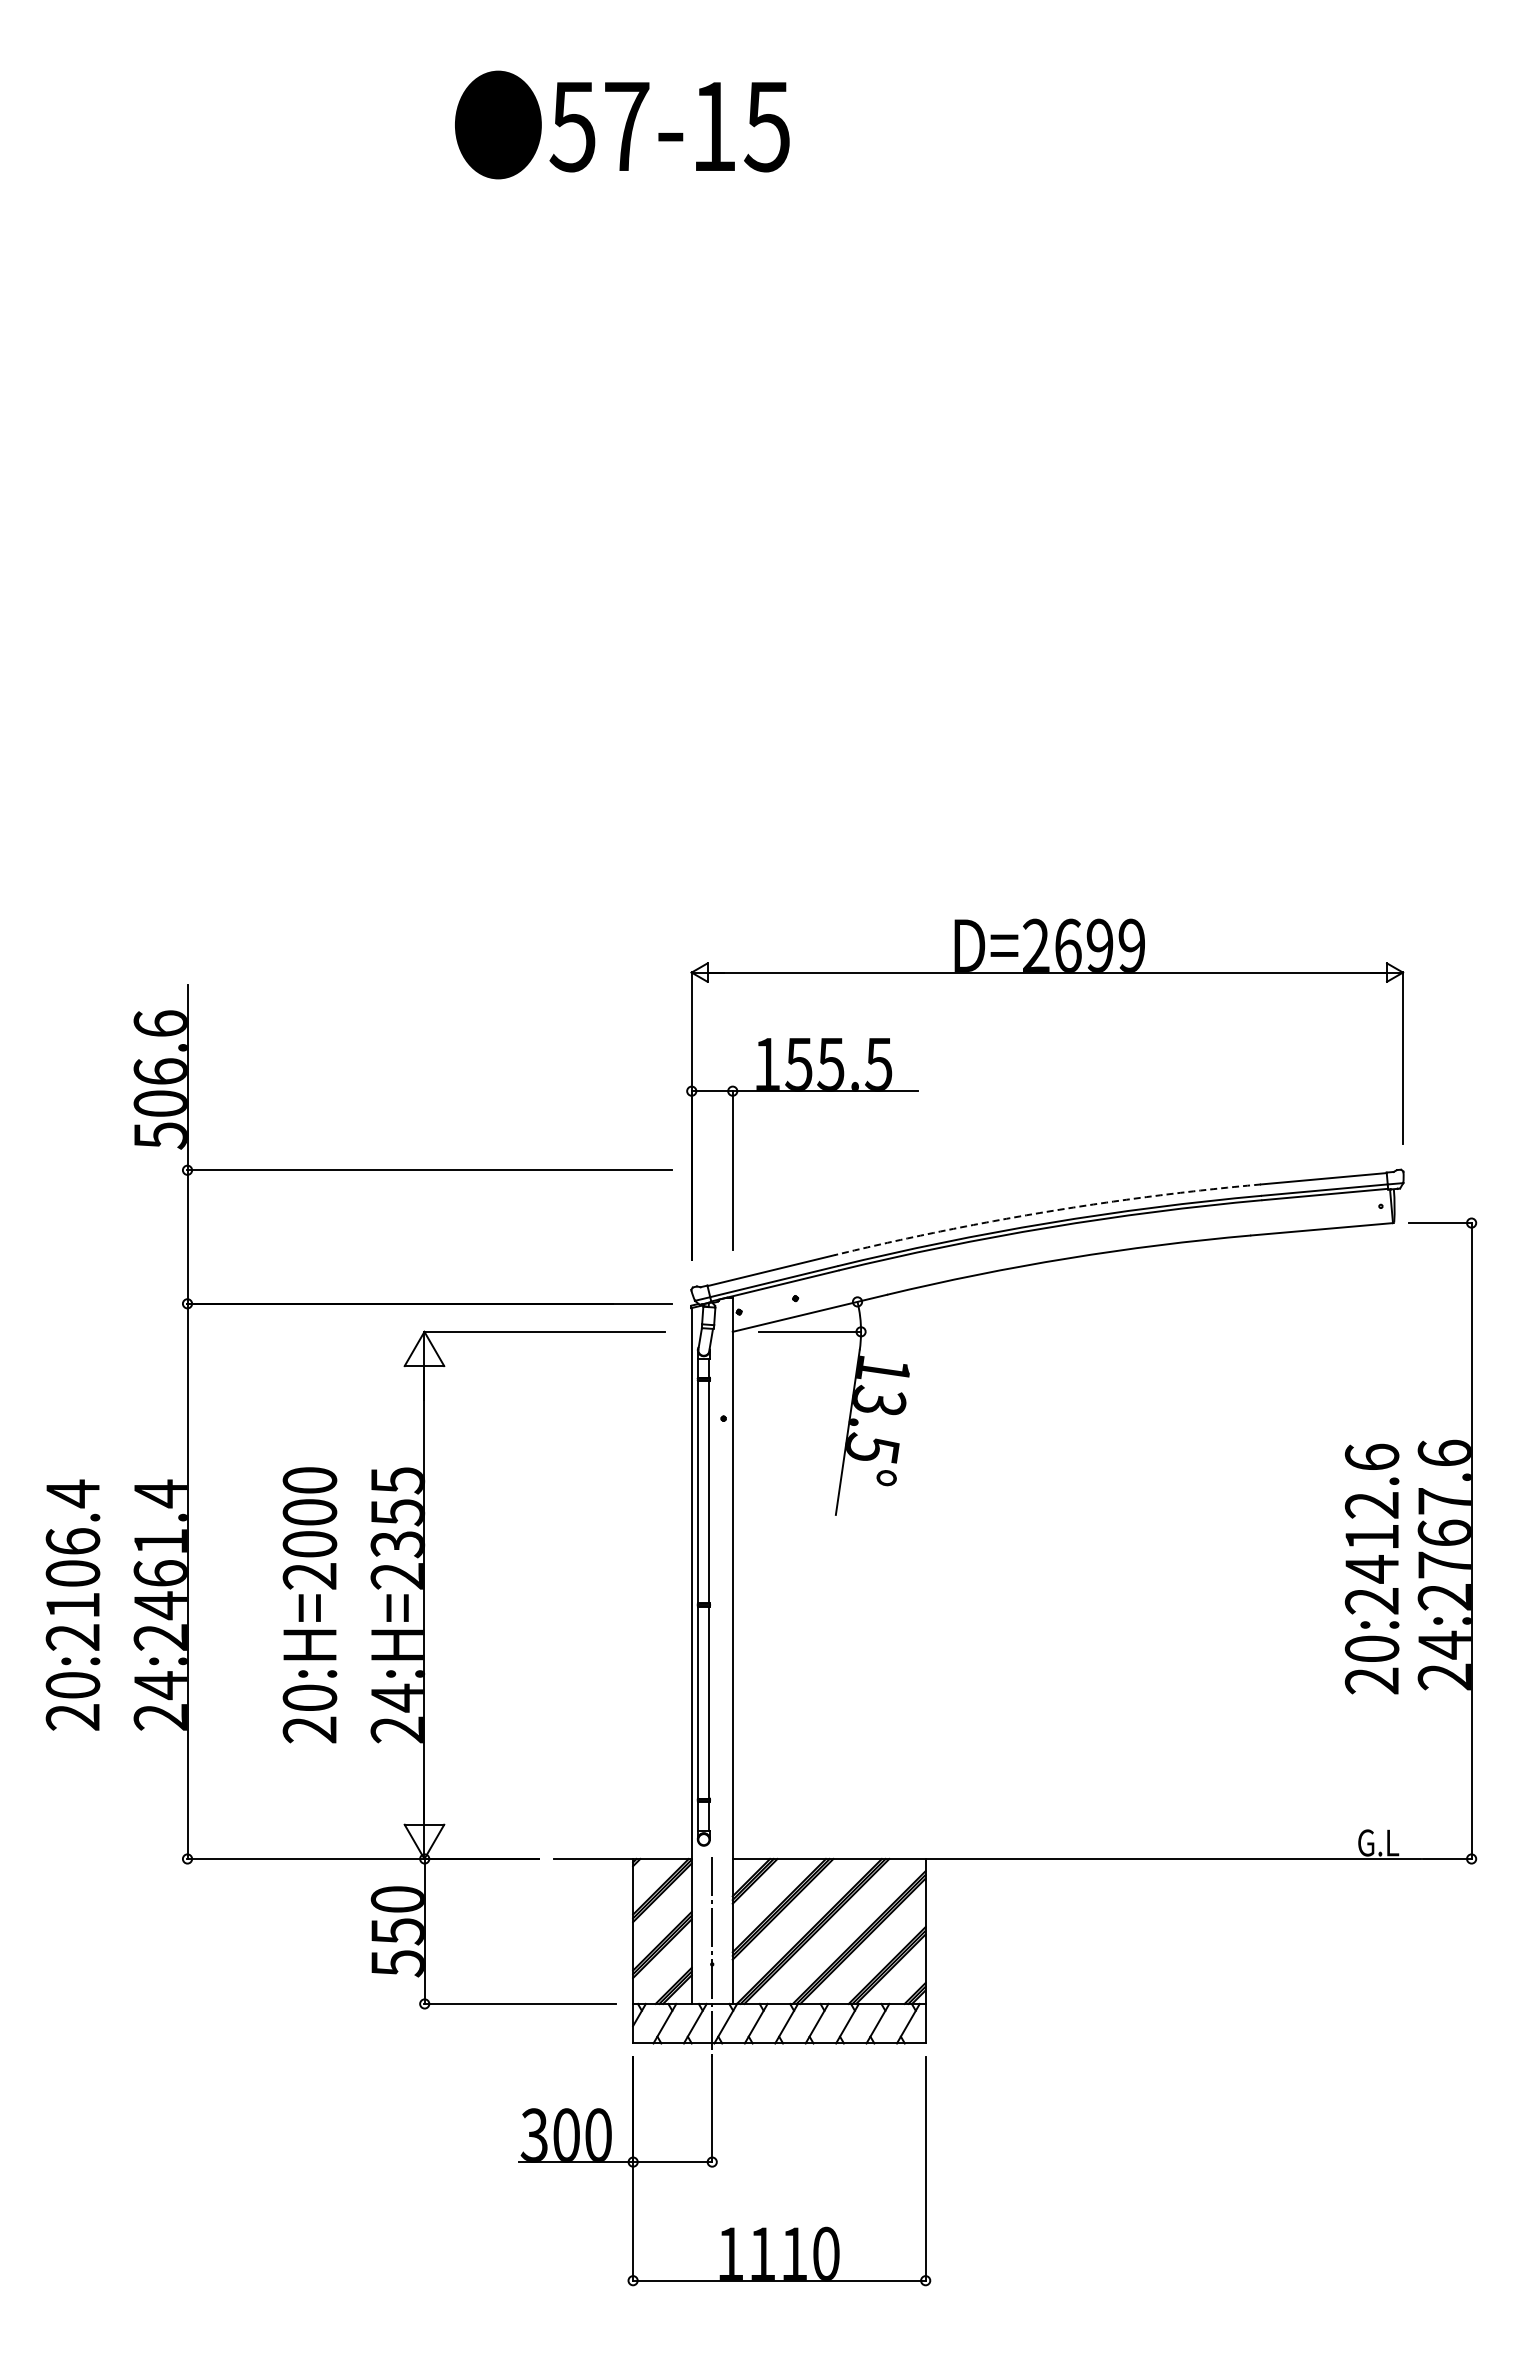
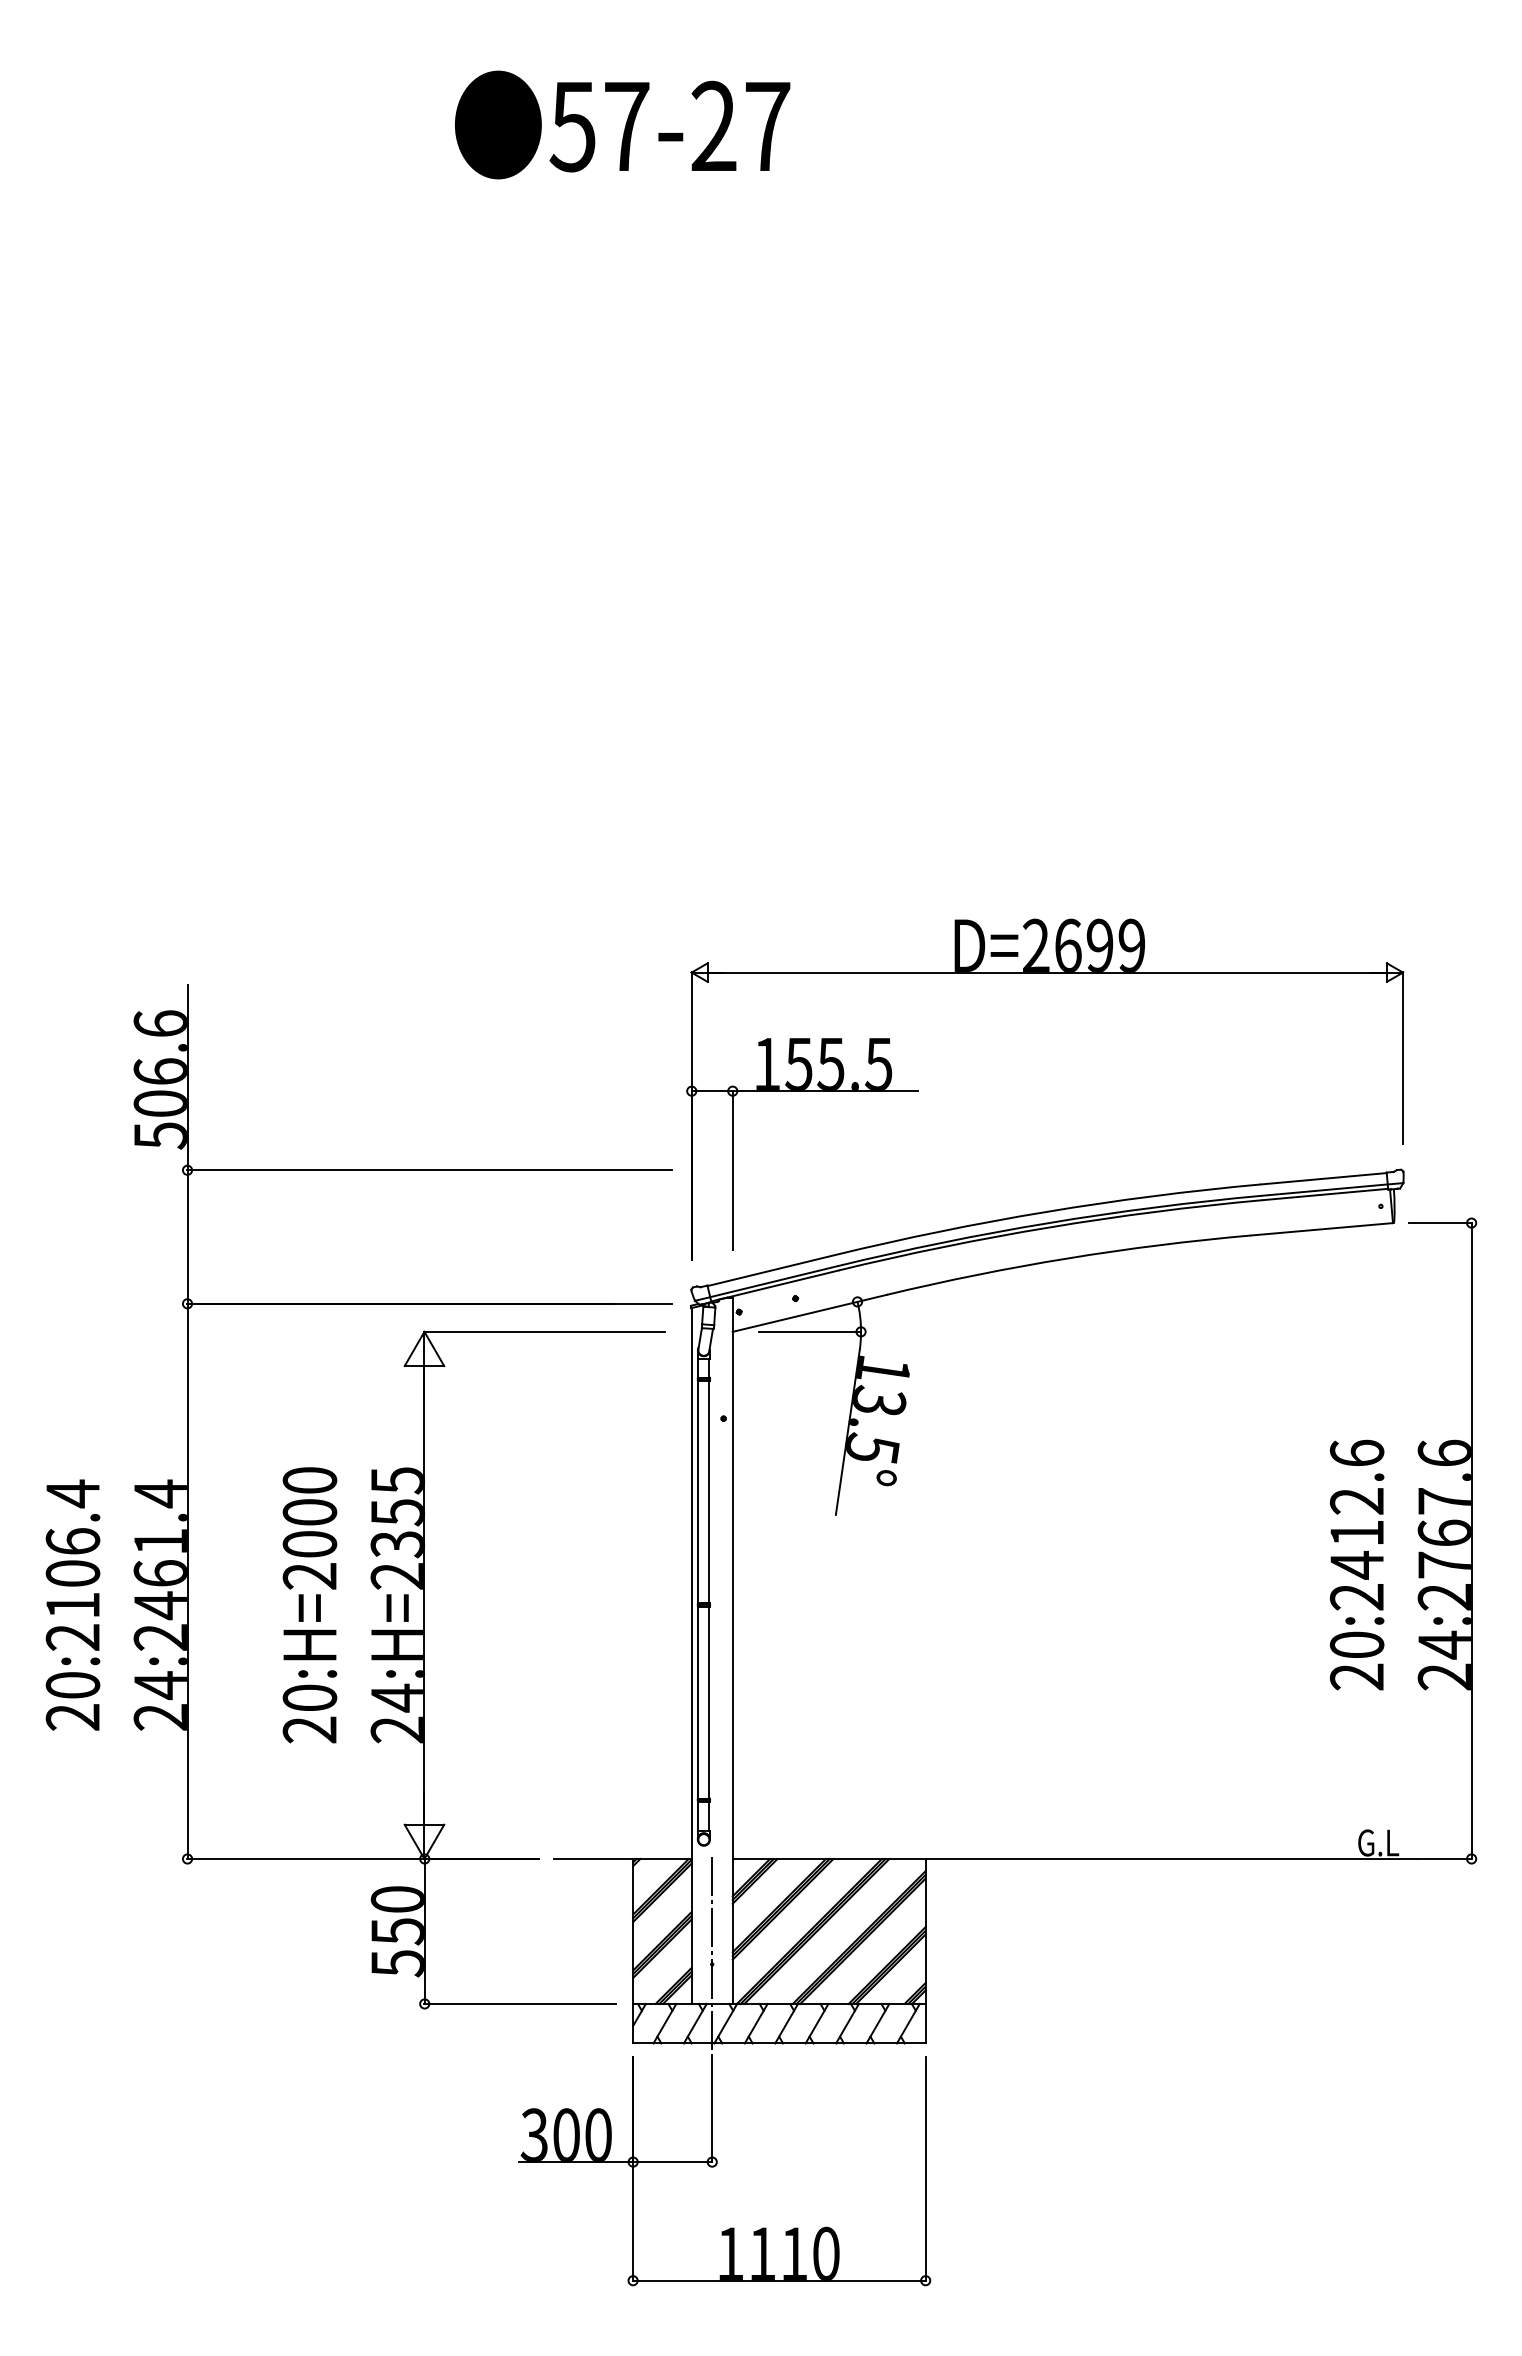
text at (740, 126): 57-15 -> 57-27
arc at (1046, 1211): dashed -> solid
text at (1371, 1568) position: (1371, 1568) -> (1356, 1564)
